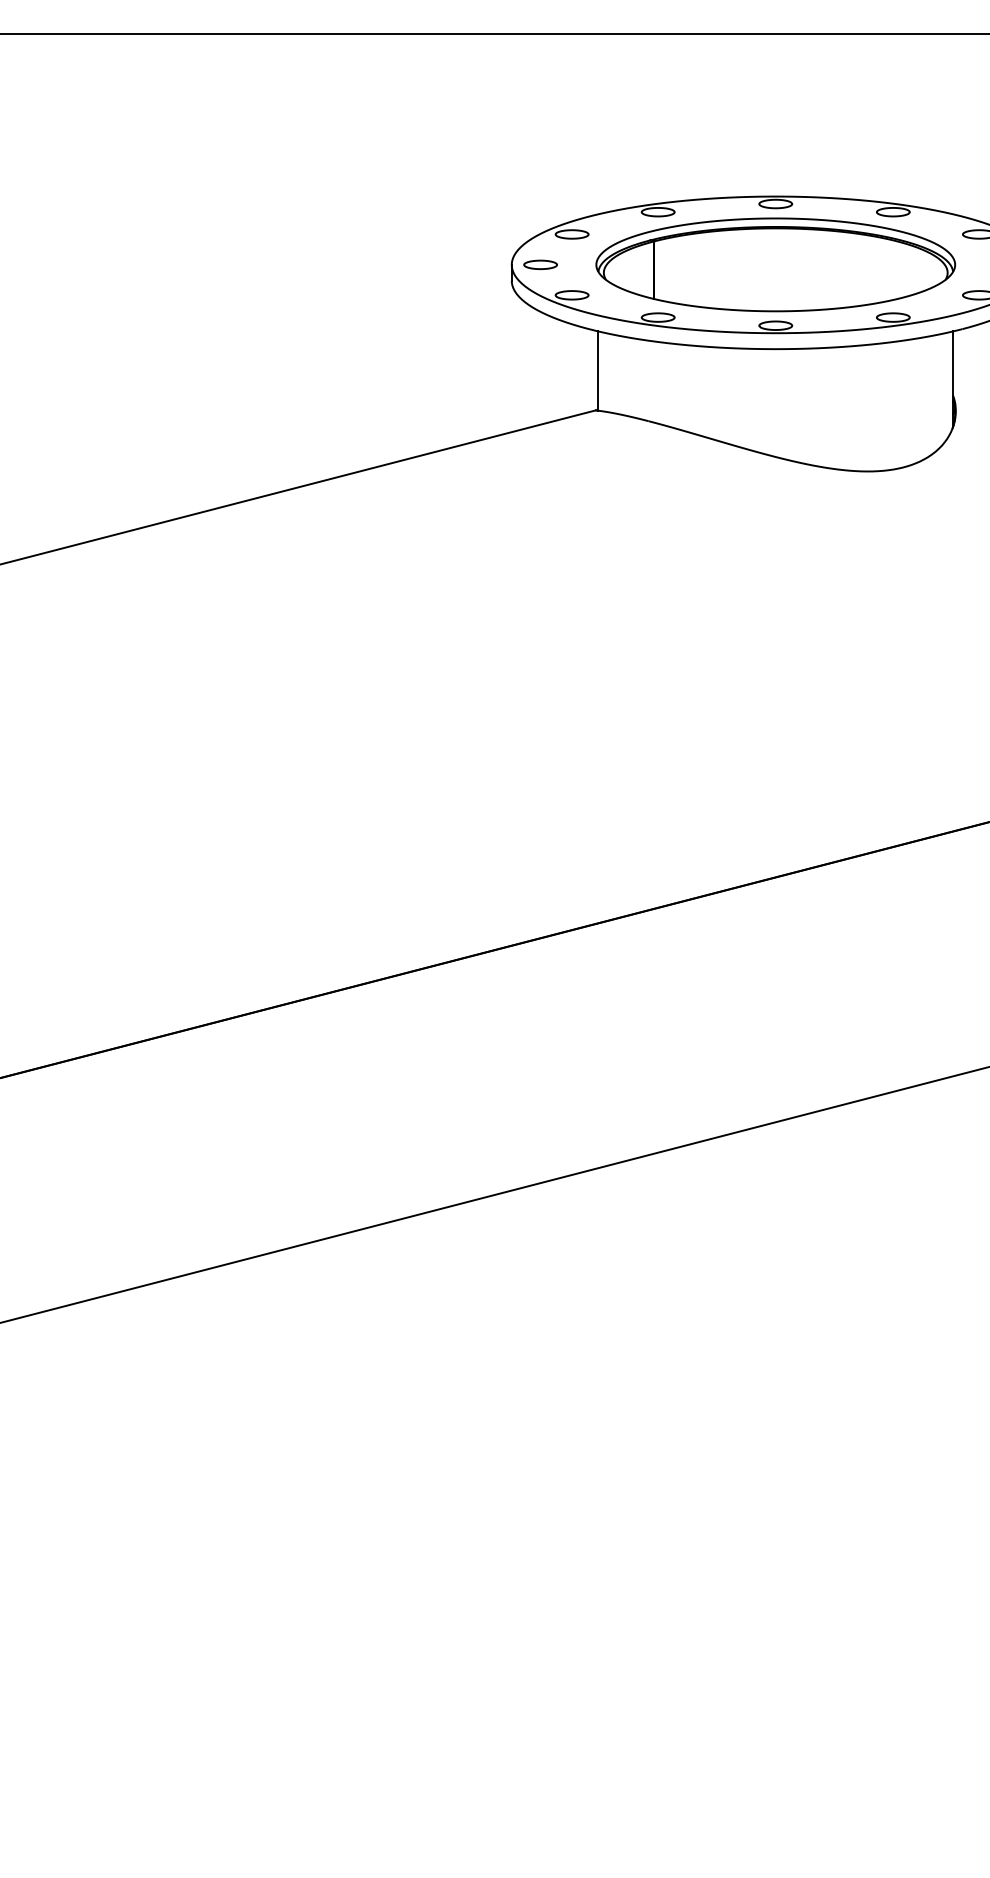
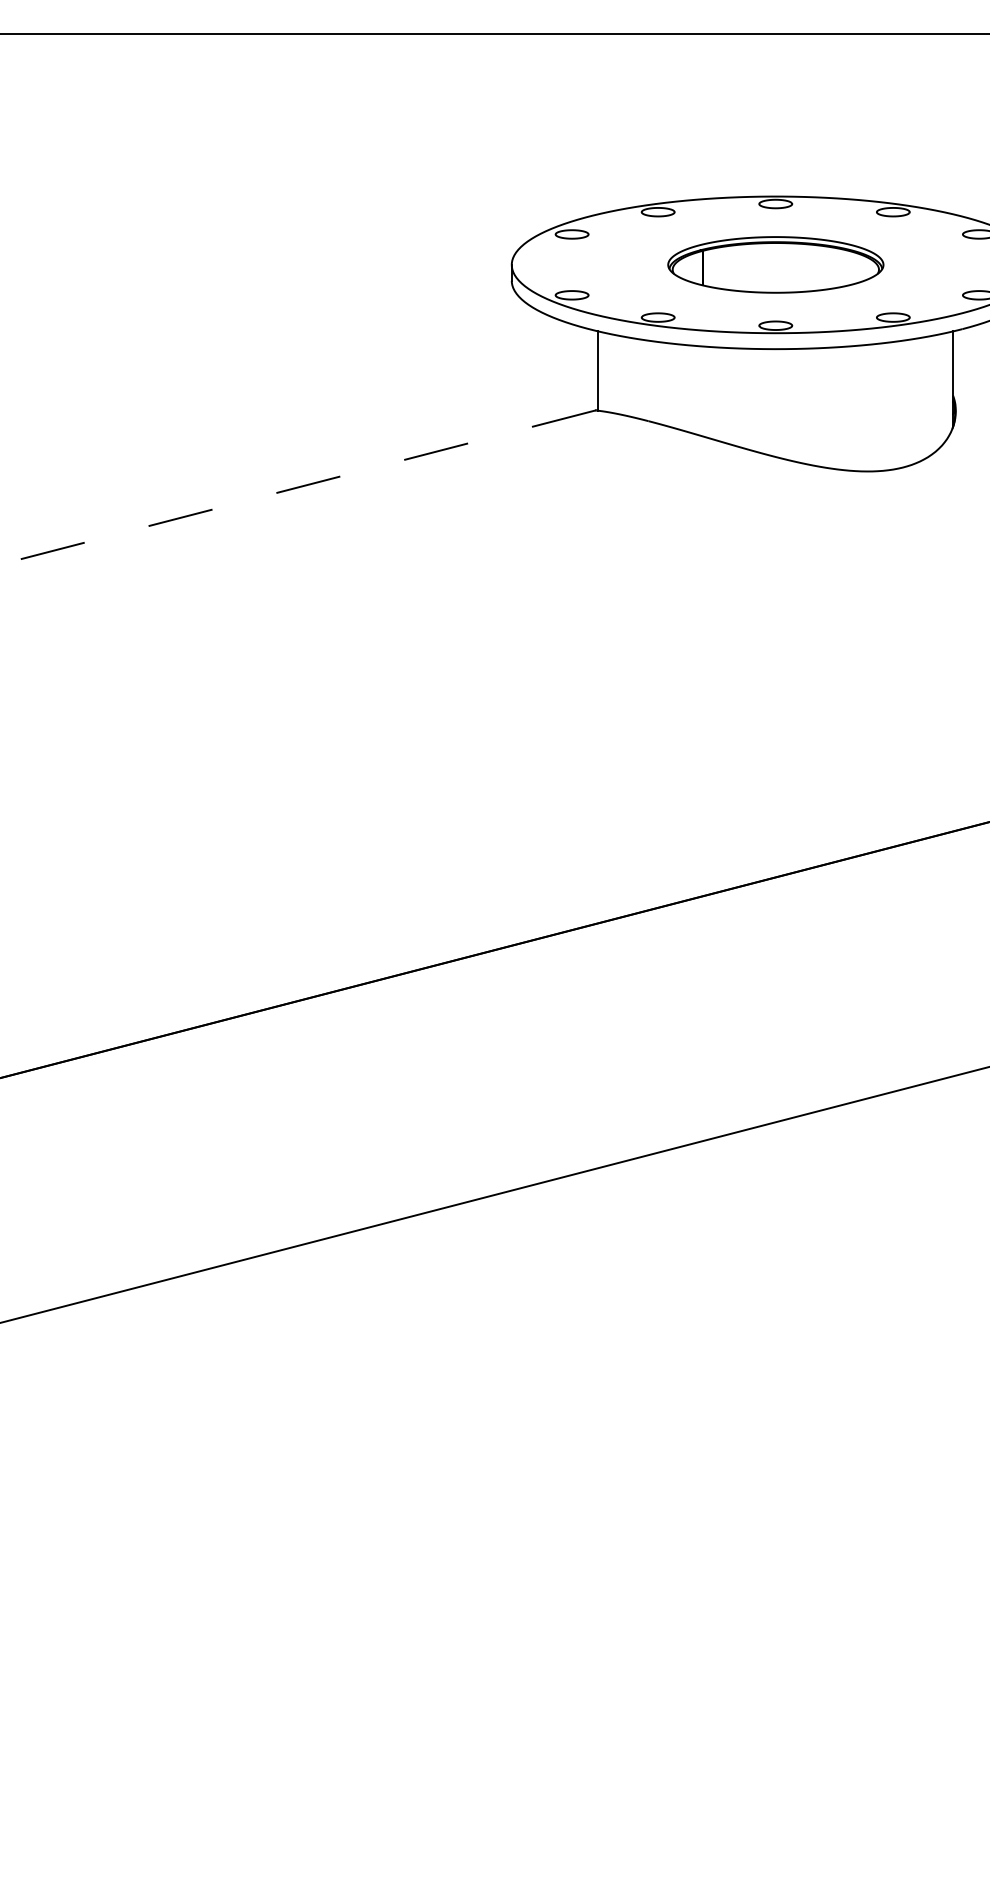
part at (540, 264): present -> none
part at (775, 264) size: 362x96 px -> 218x58 px
line at (297, 487): solid -> dashed
